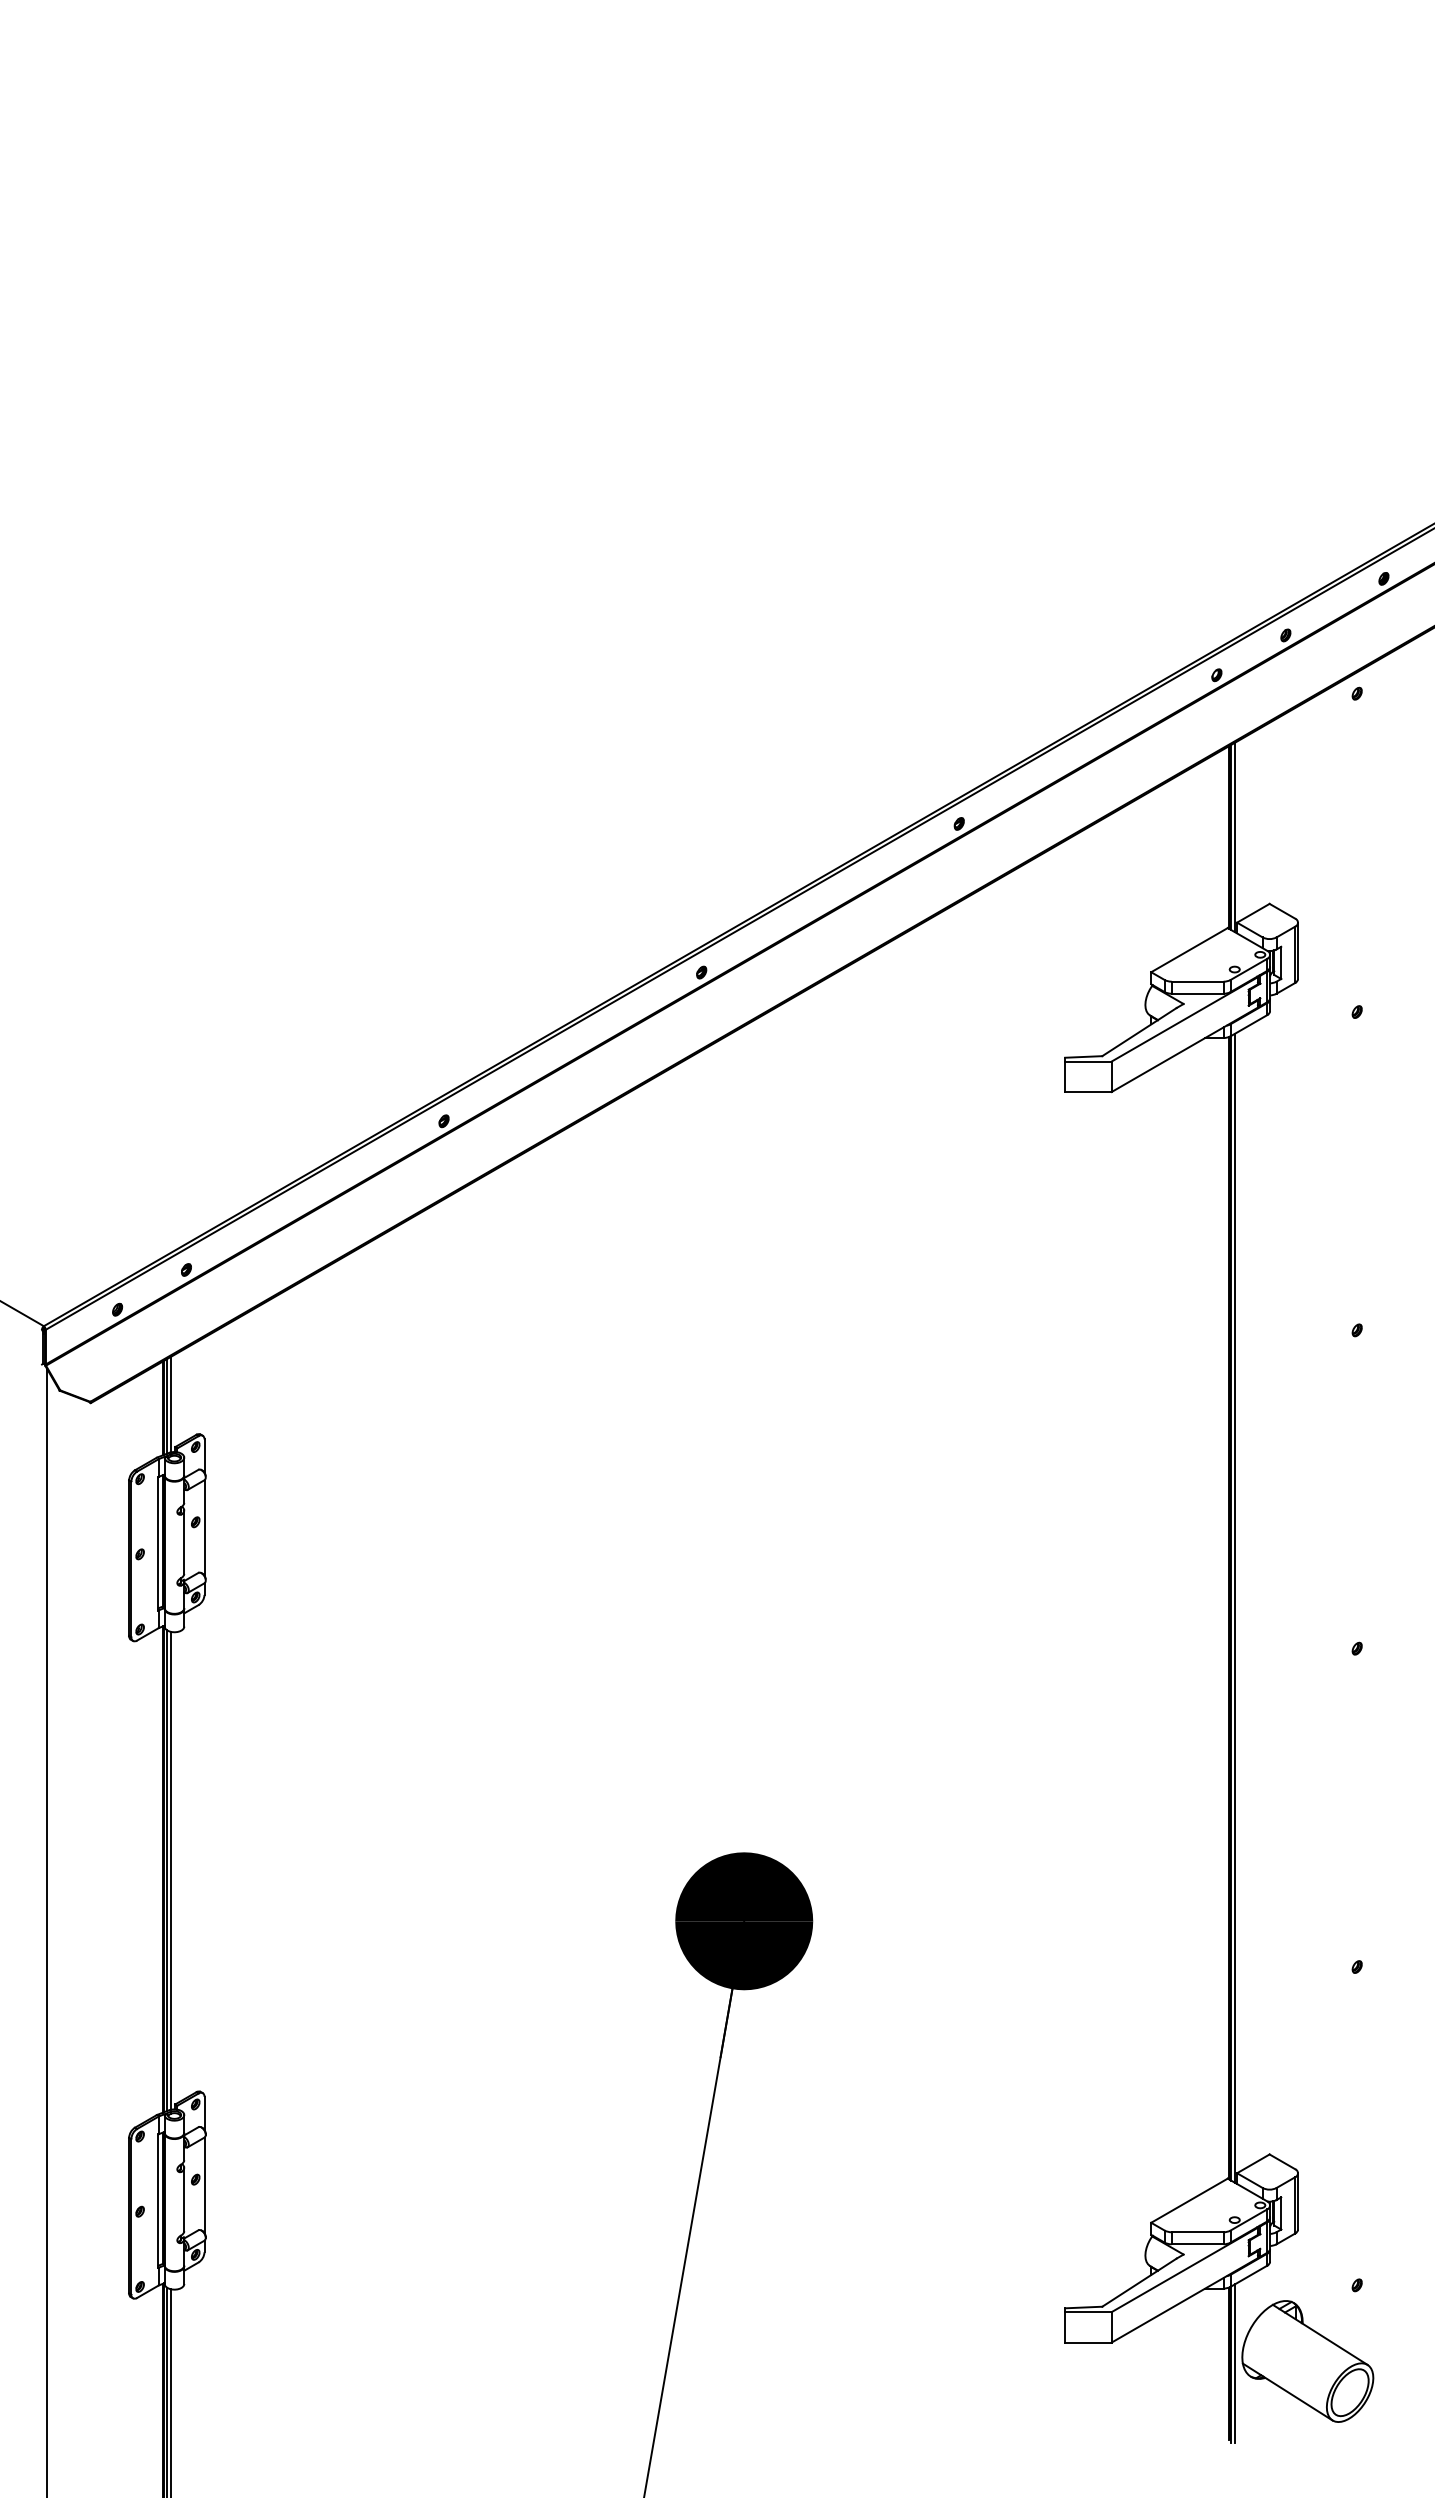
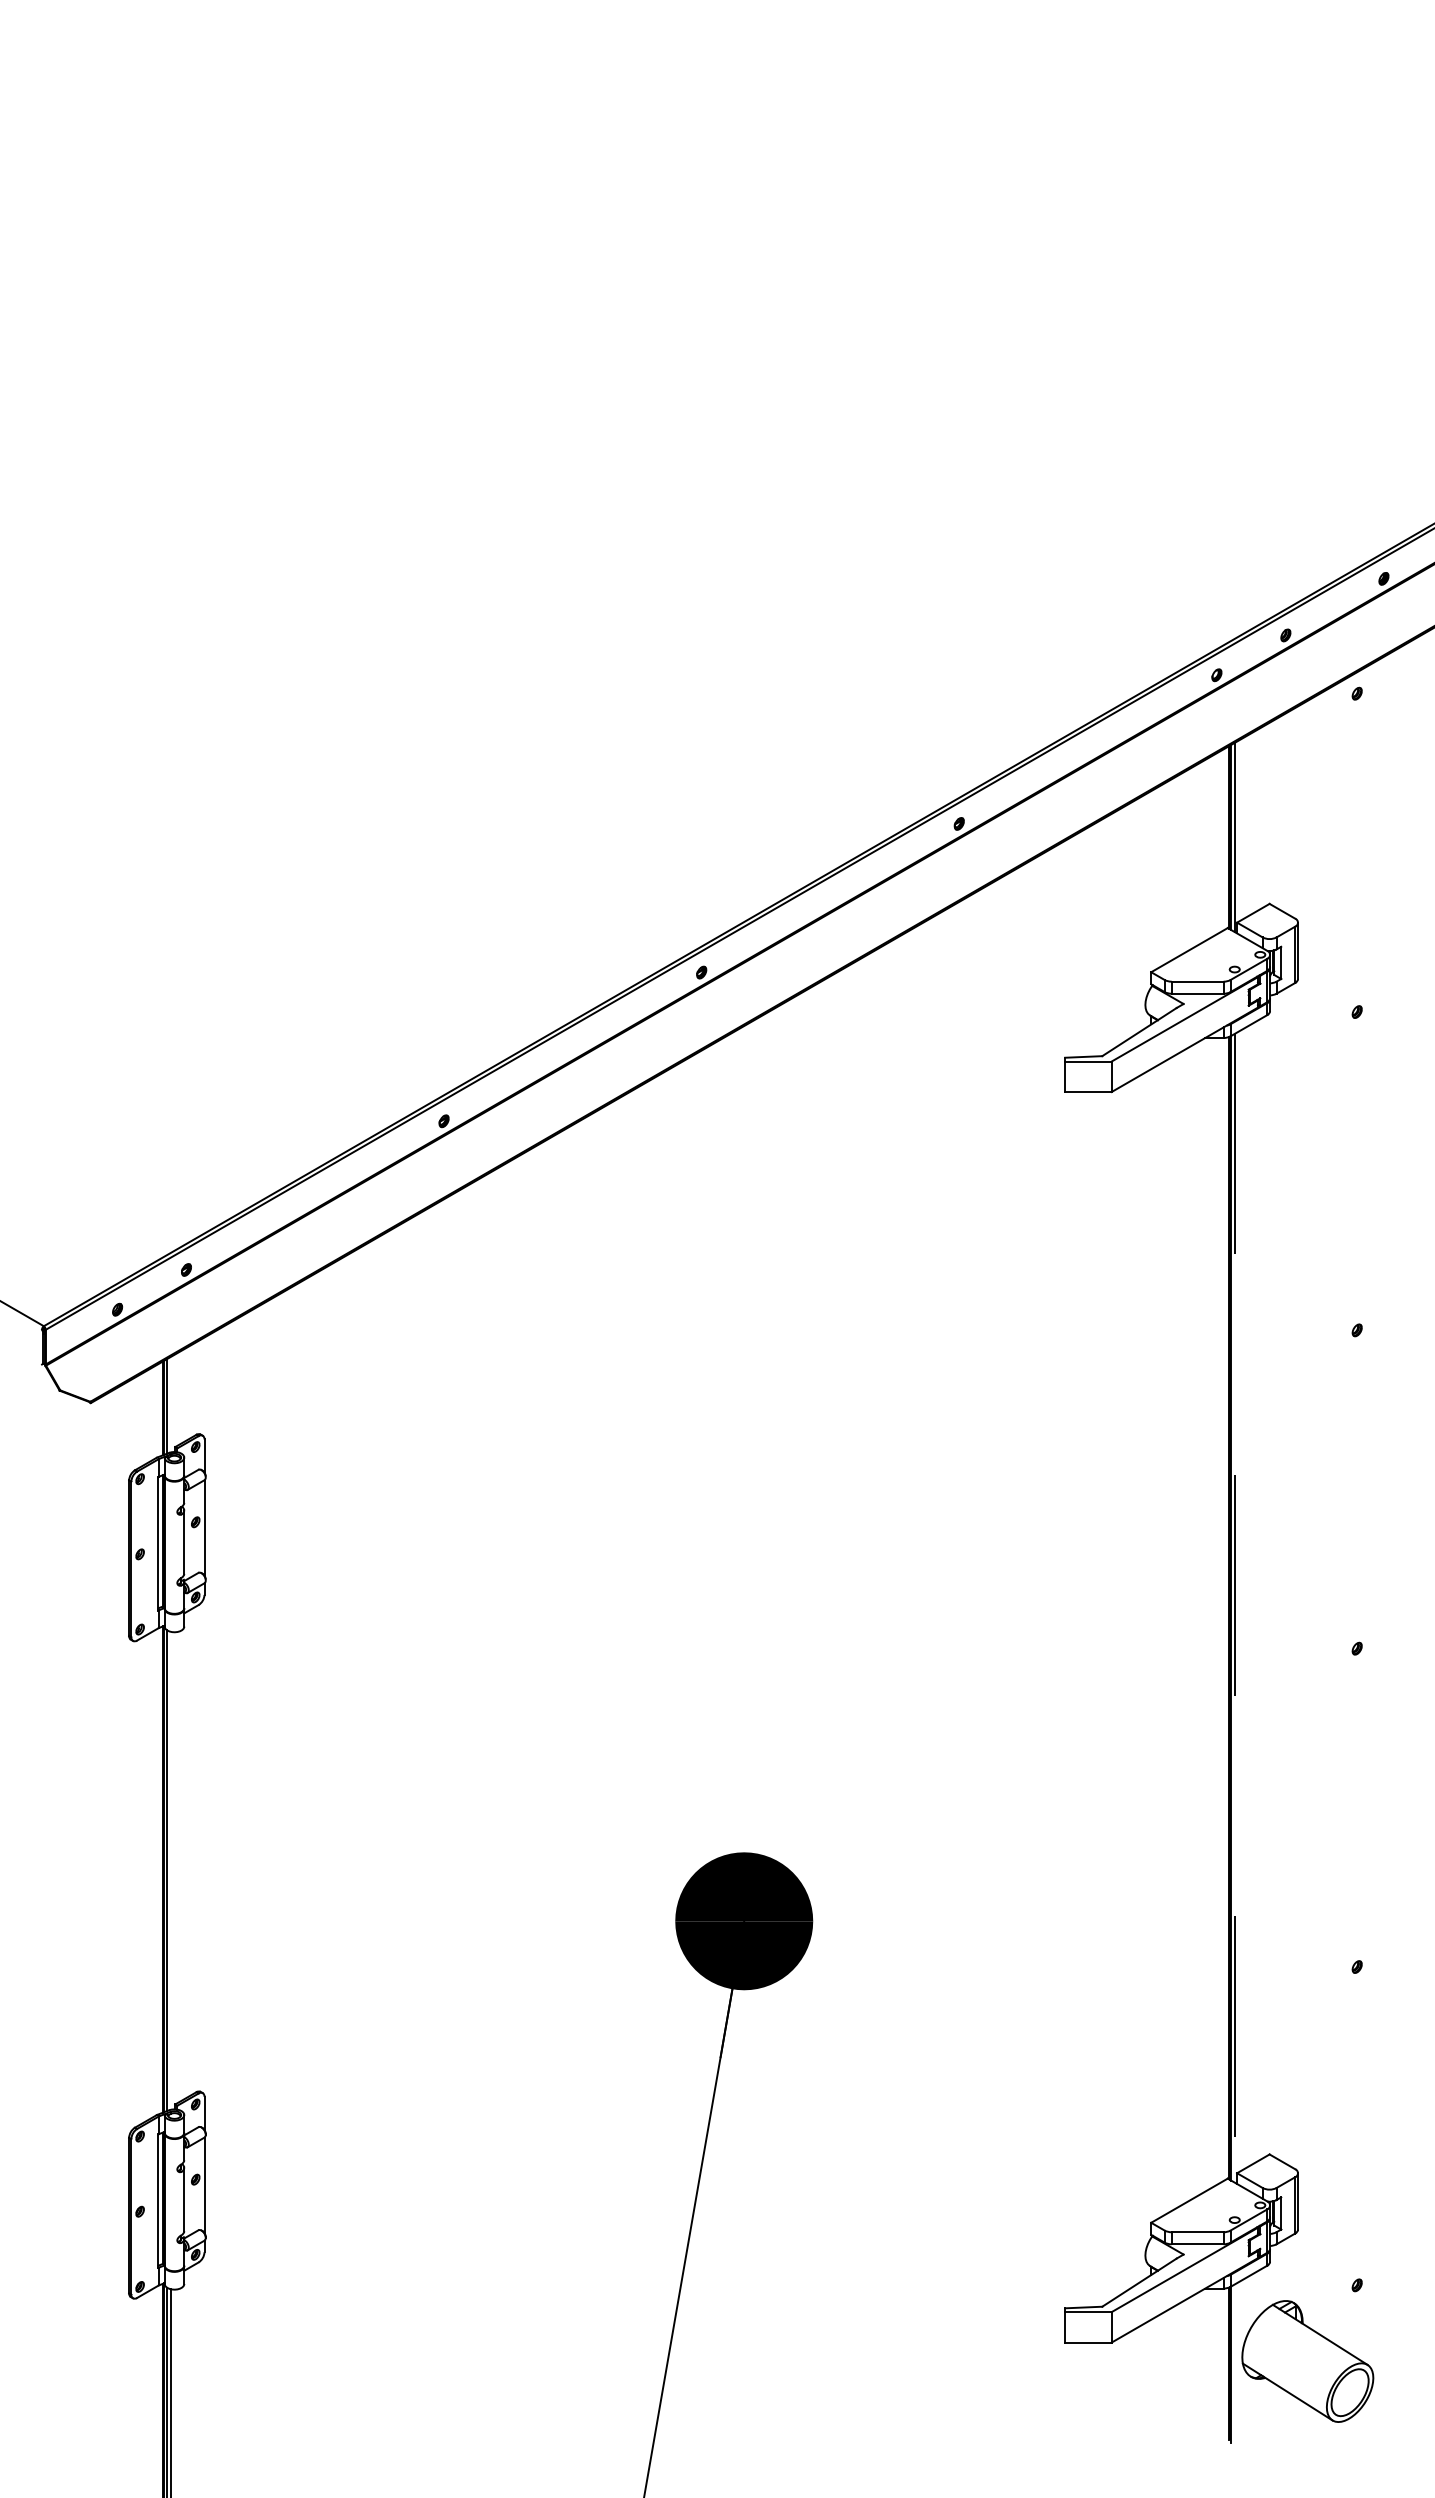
line at (171, 1404): present -> none
line at (1235, 1608): solid -> dashed
line at (171, 1870): present -> none
line at (46, 1931): present -> none
line at (1235, 2363): present -> none
